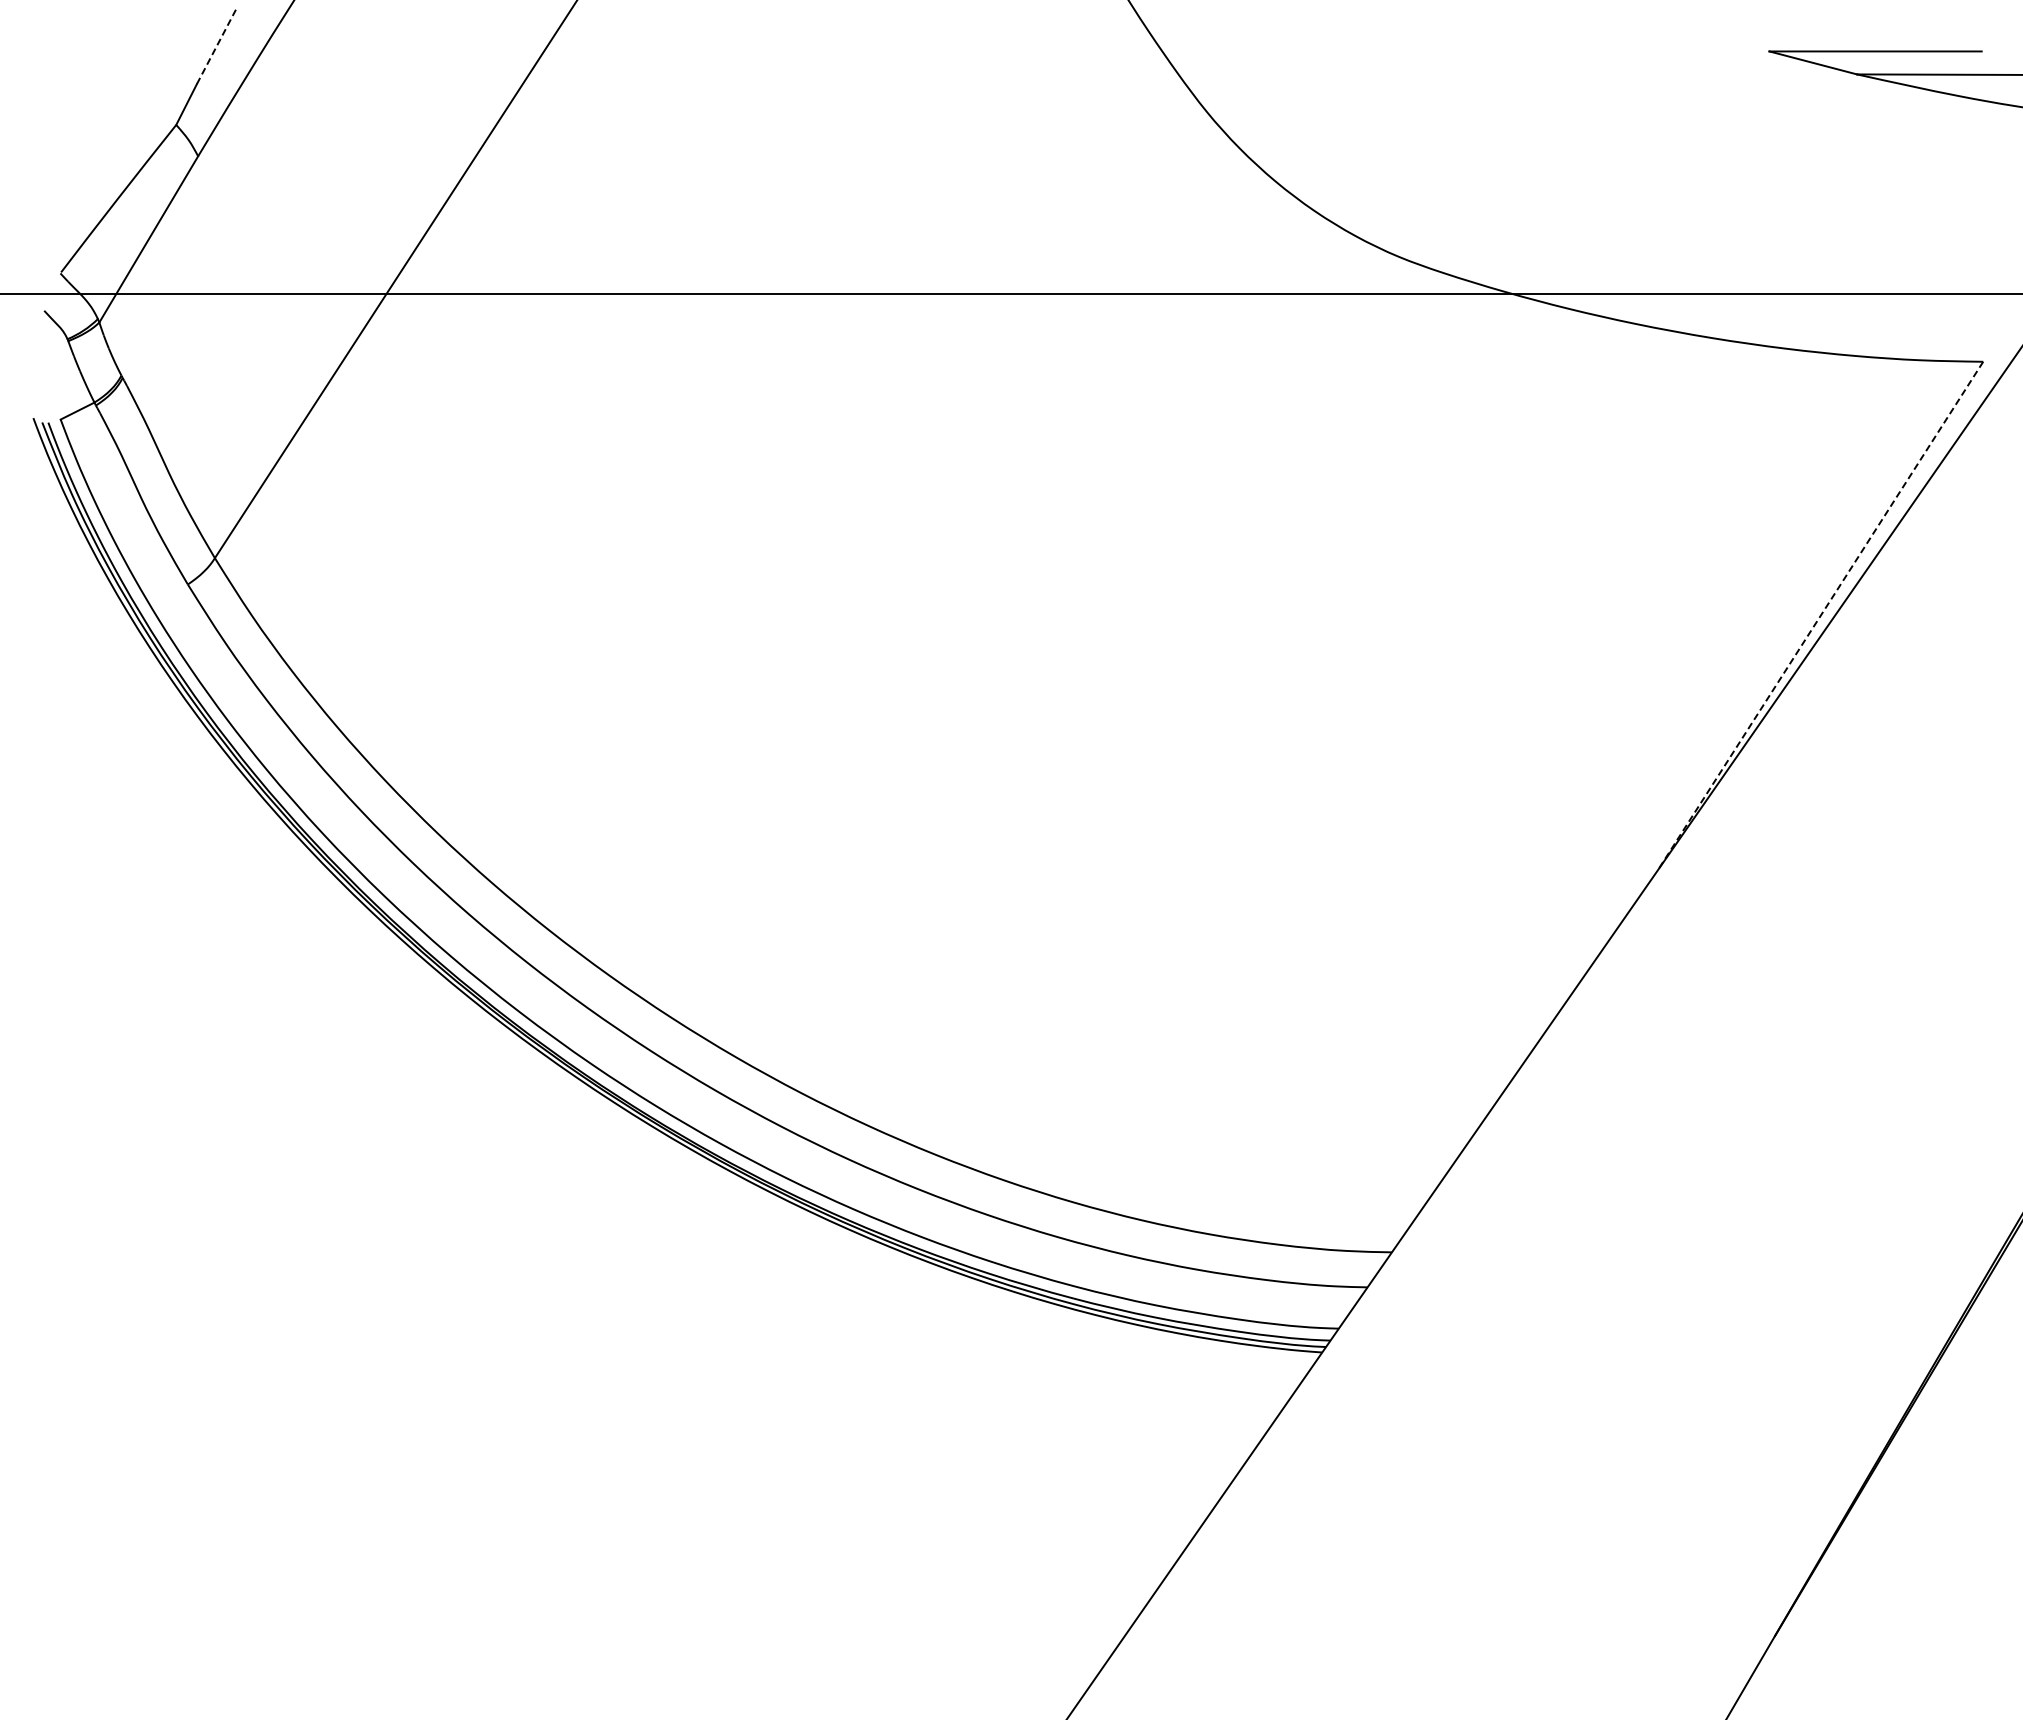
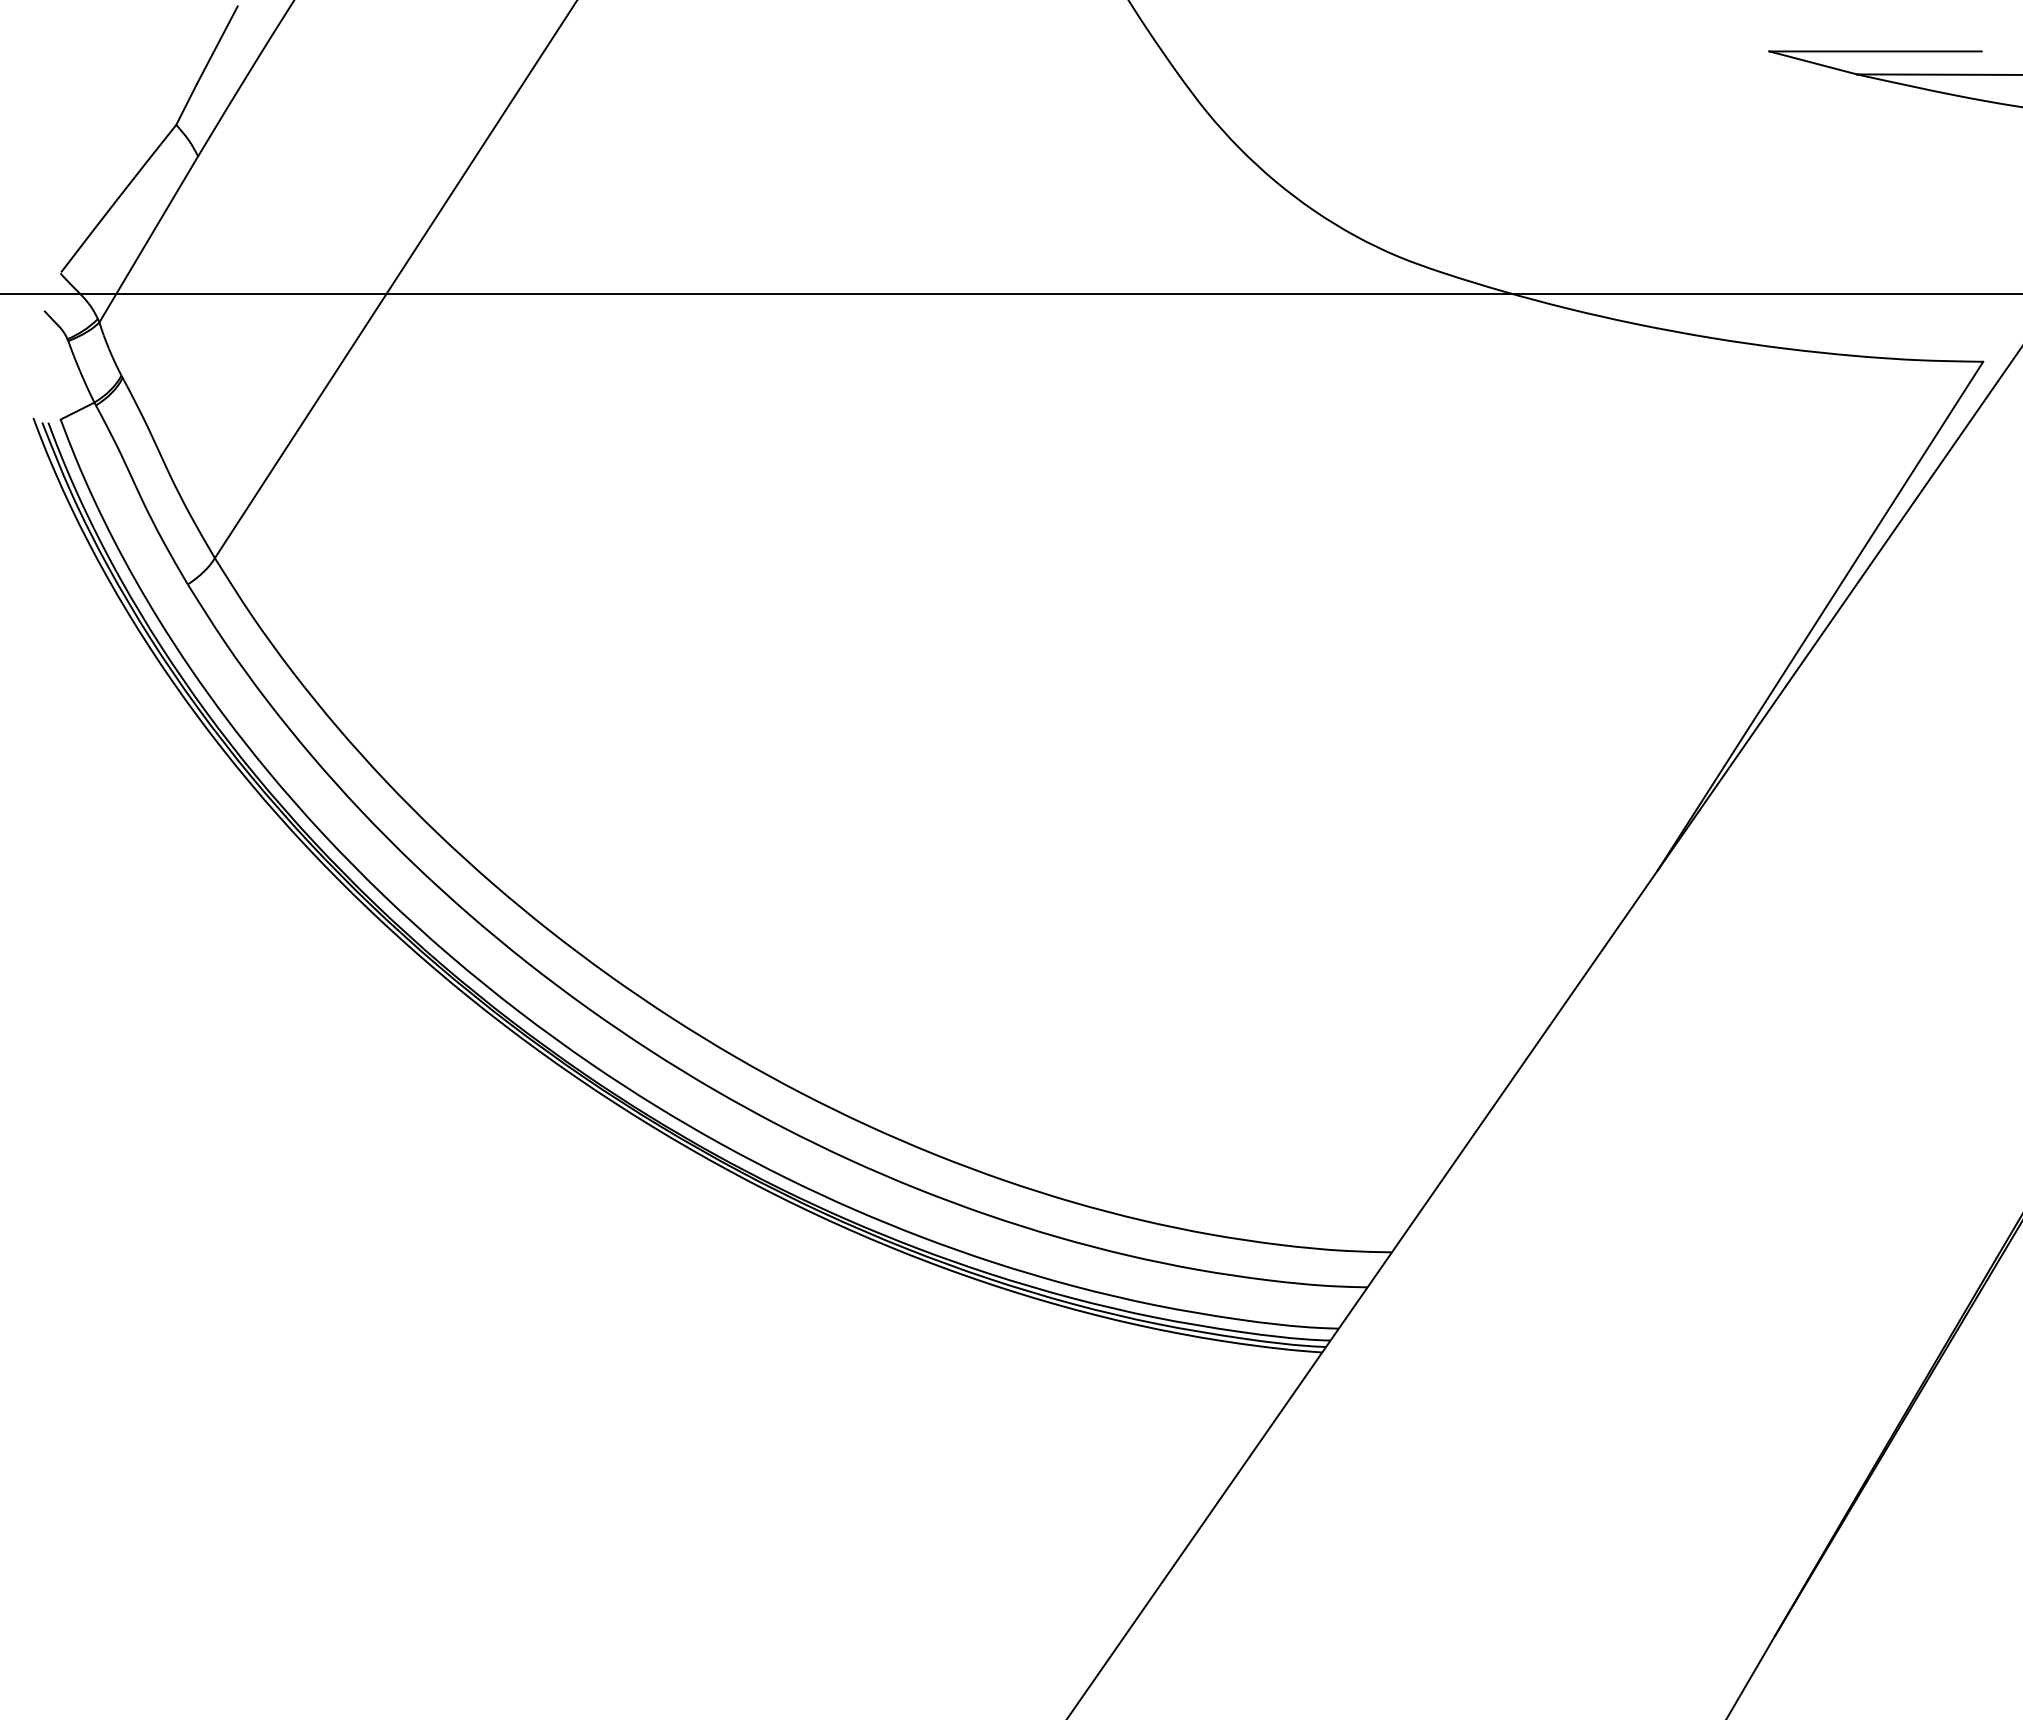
line at (217, 45): dashed -> solid
line at (1820, 616): dashed -> solid
